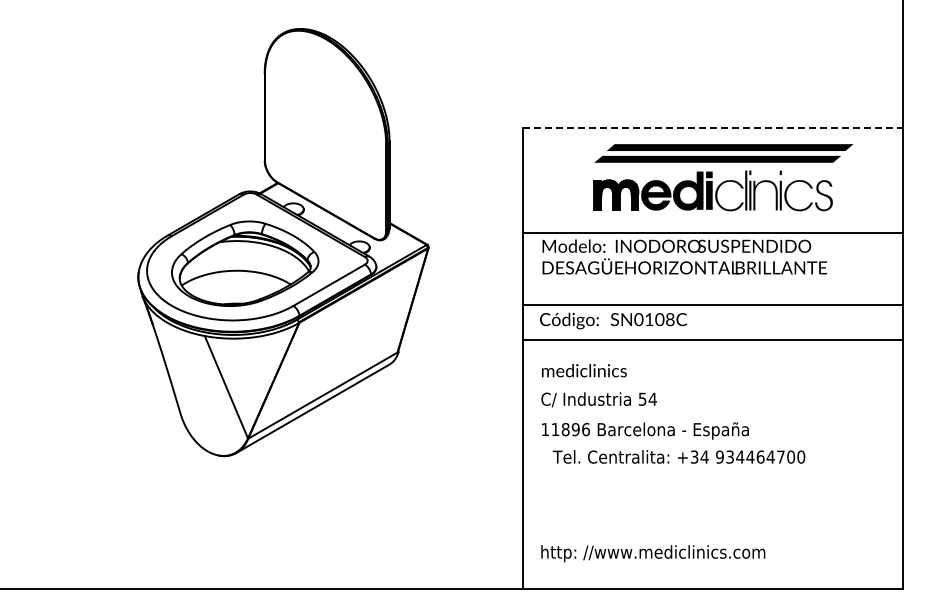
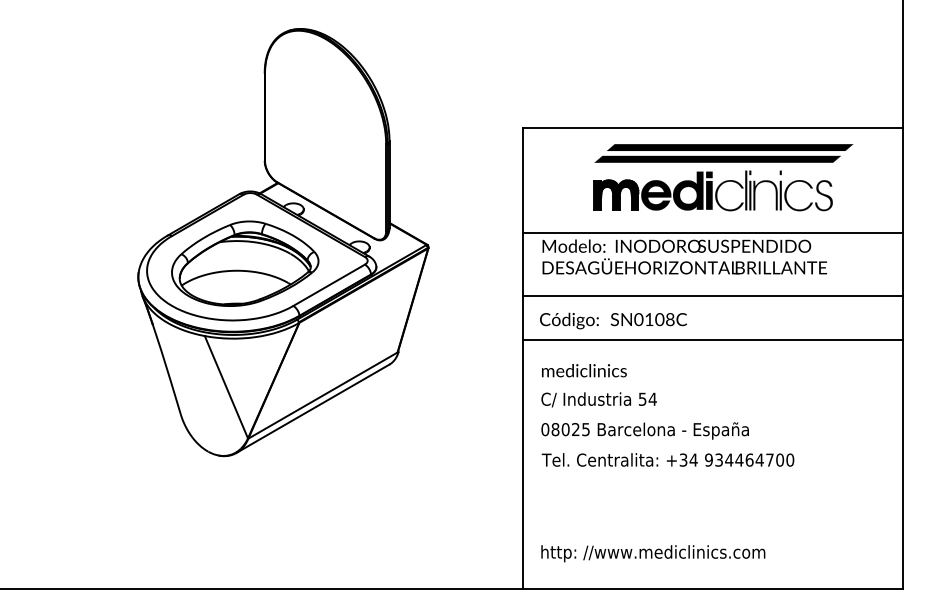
line at (713, 127): dashed -> solid
line at (713, 305) position: (713, 305) -> (713, 296)
text at (565, 429): 11896 -> 08025
text at (678, 456) position: (678, 456) -> (667, 459)
